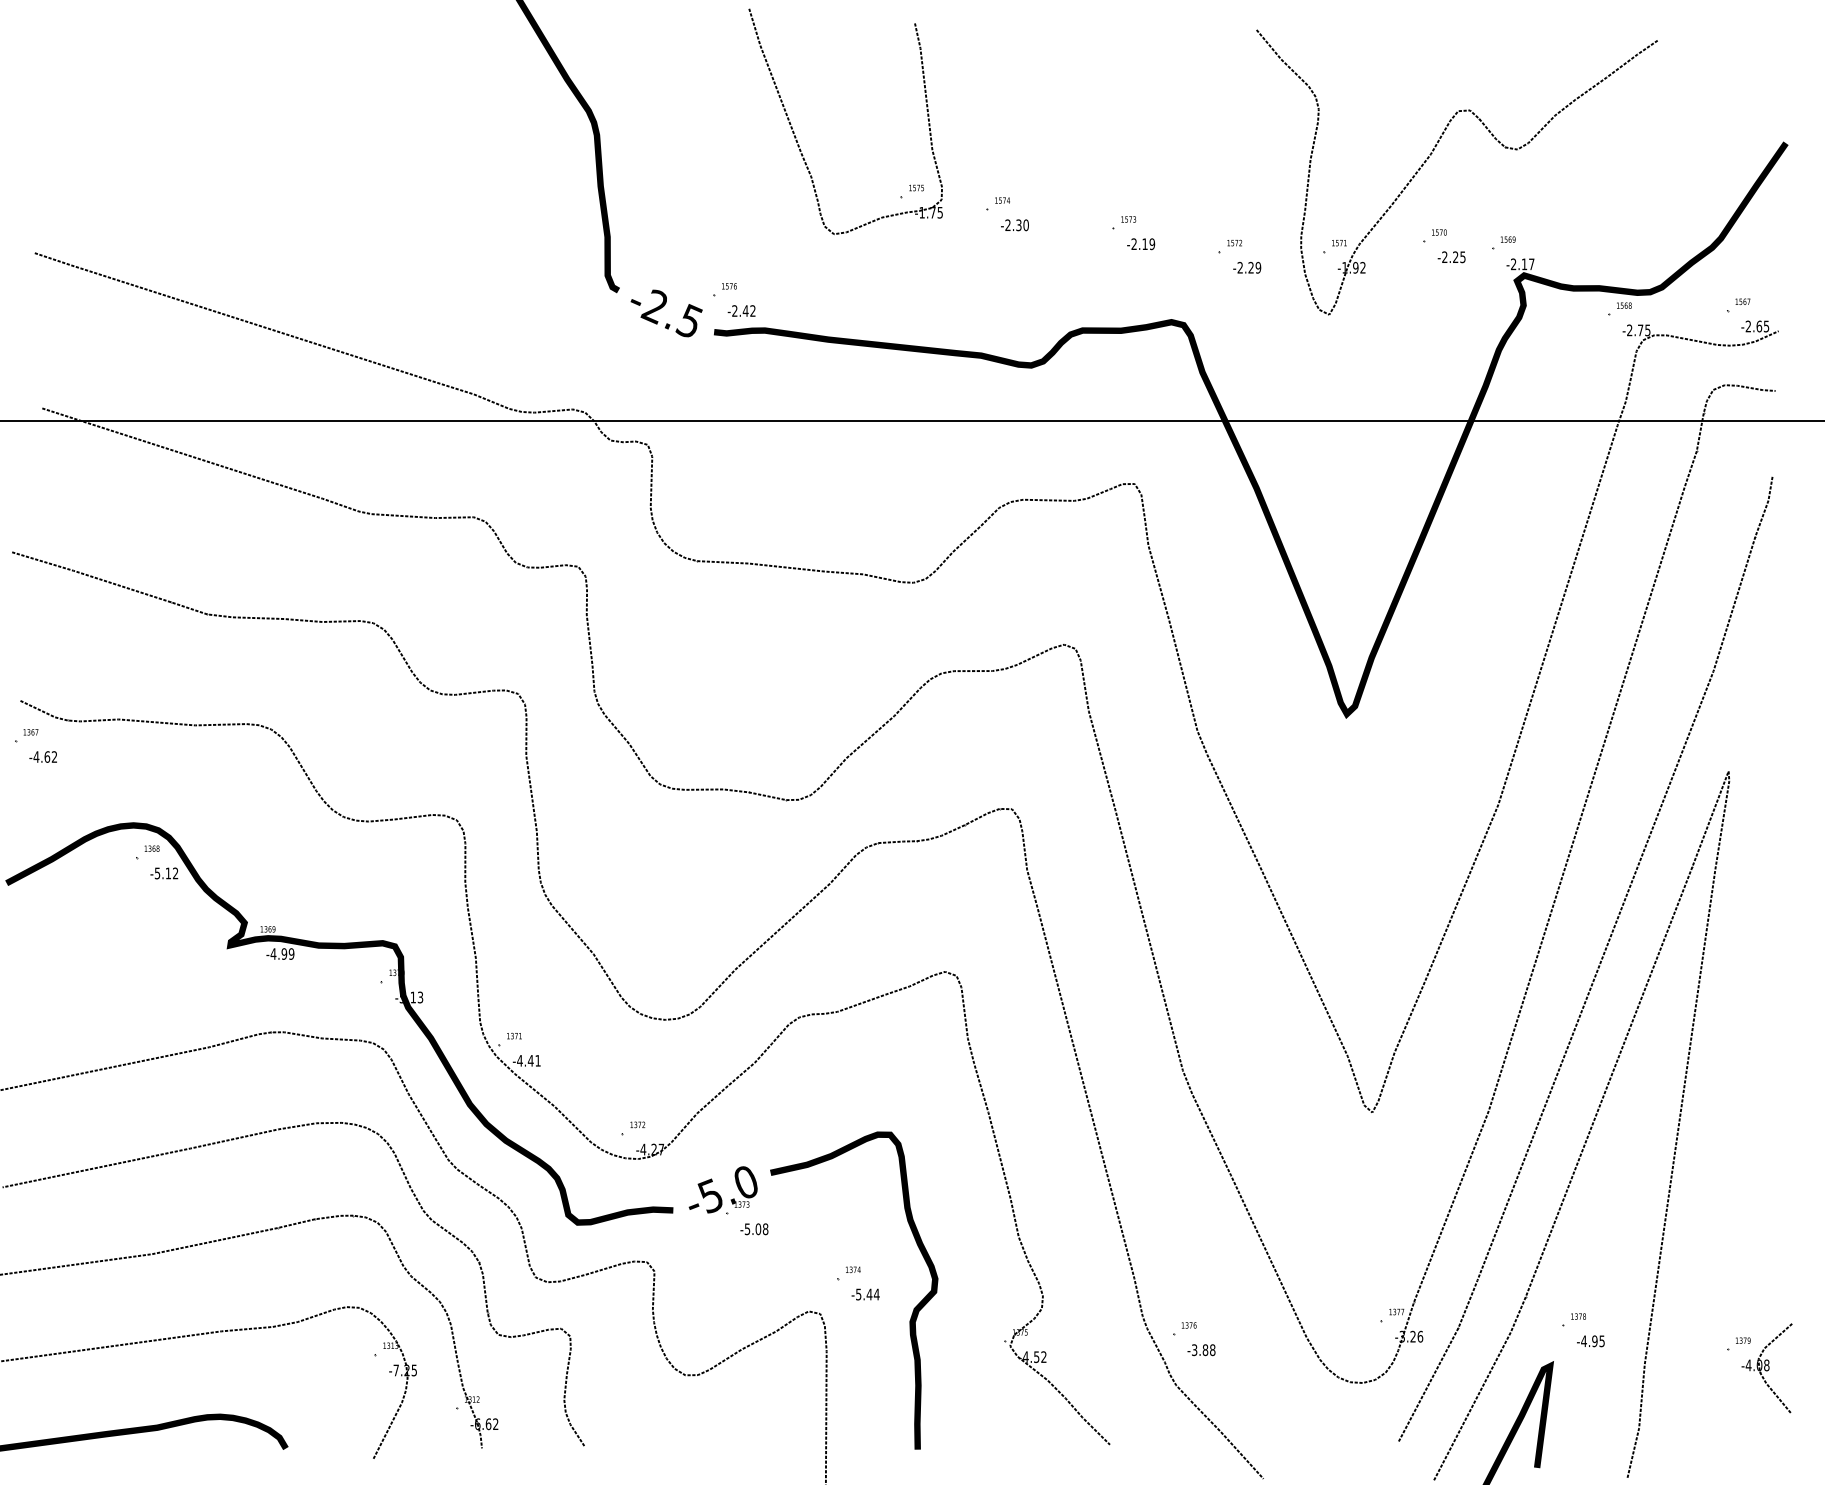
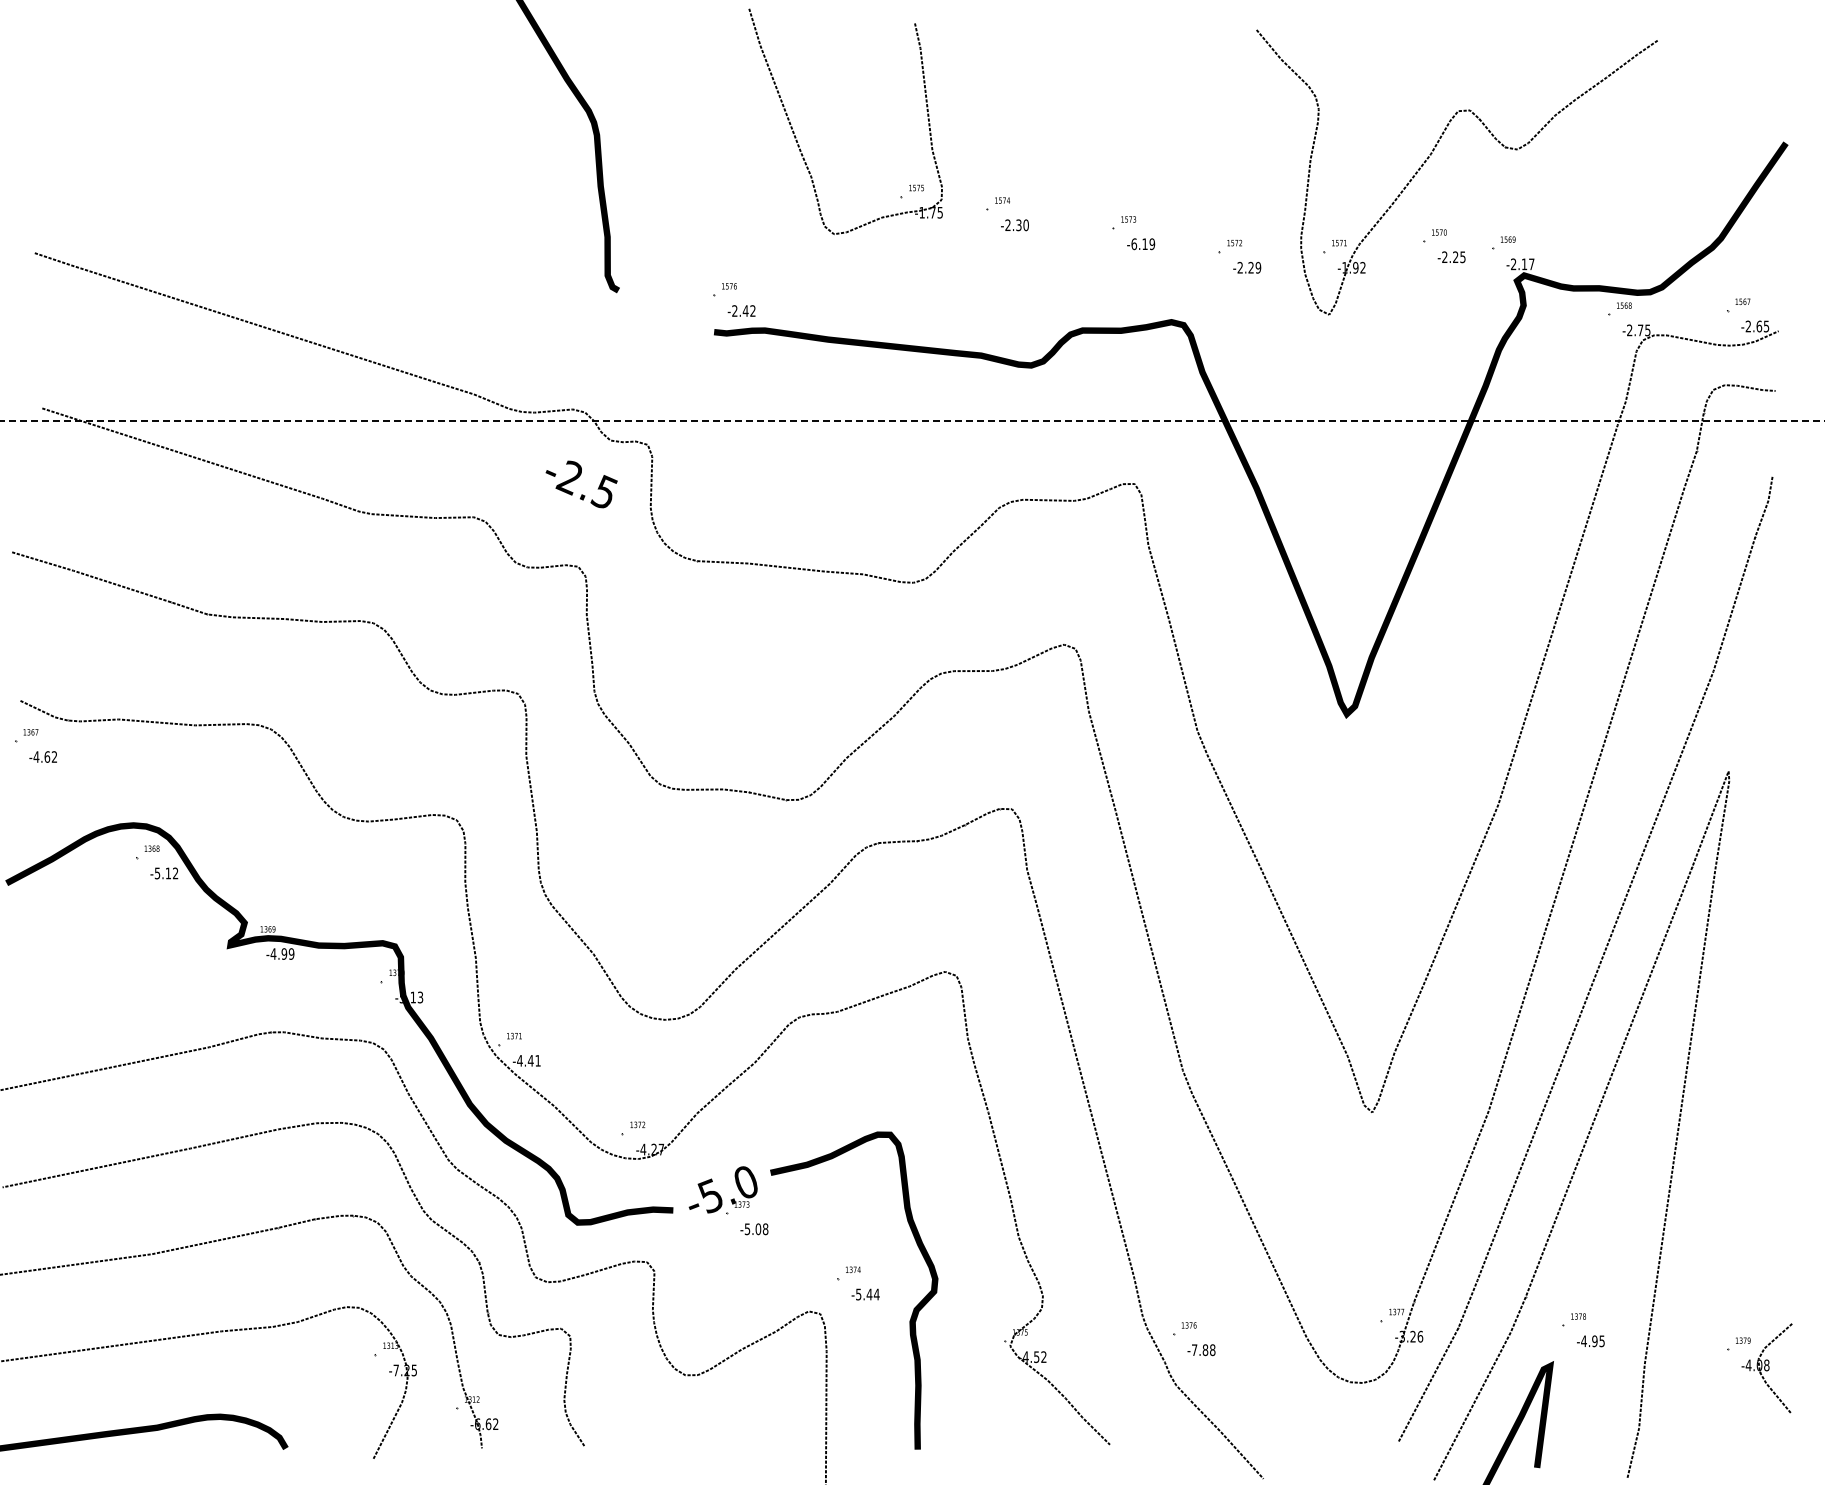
text at (1134, 244): -2.19 -> -6.19
text at (666, 313) position: (666, 313) -> (581, 484)
line at (913, 420): solid -> dashed
text at (1194, 1350): -3.88 -> -7.88
